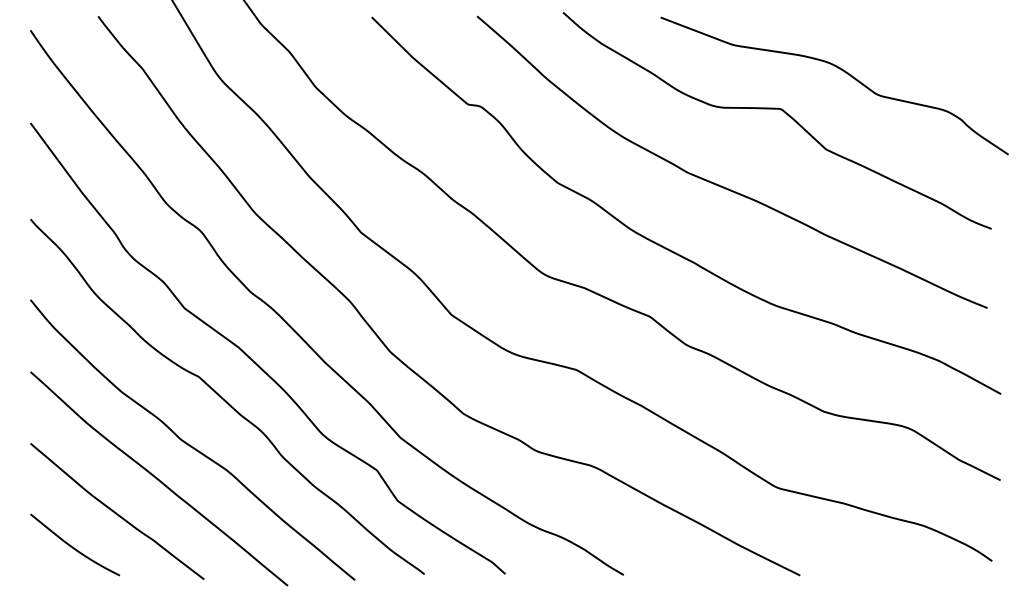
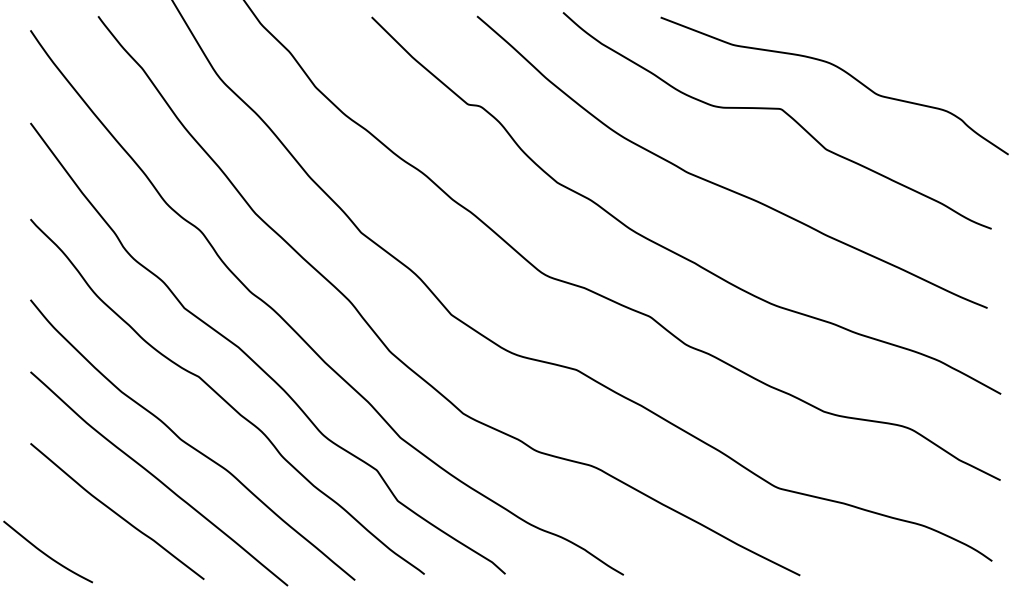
curve at (72, 546) position: (72, 546) -> (45, 553)
